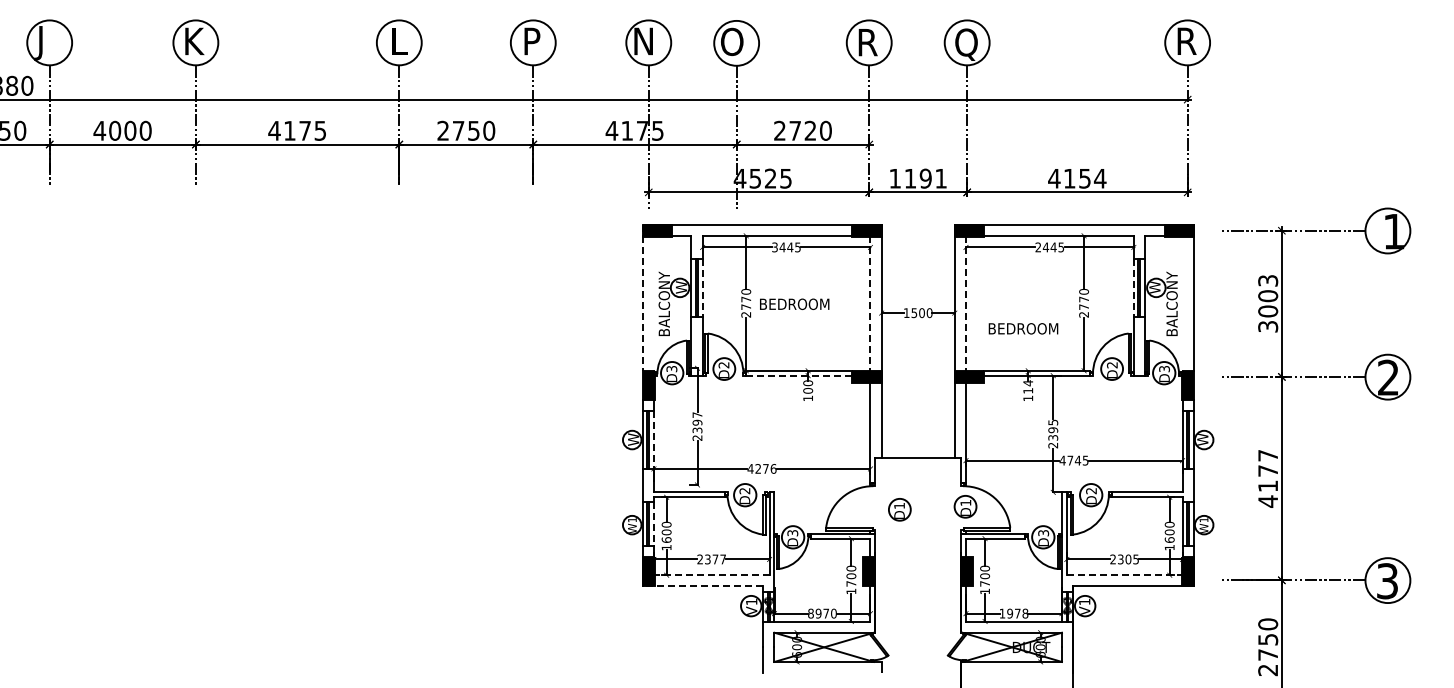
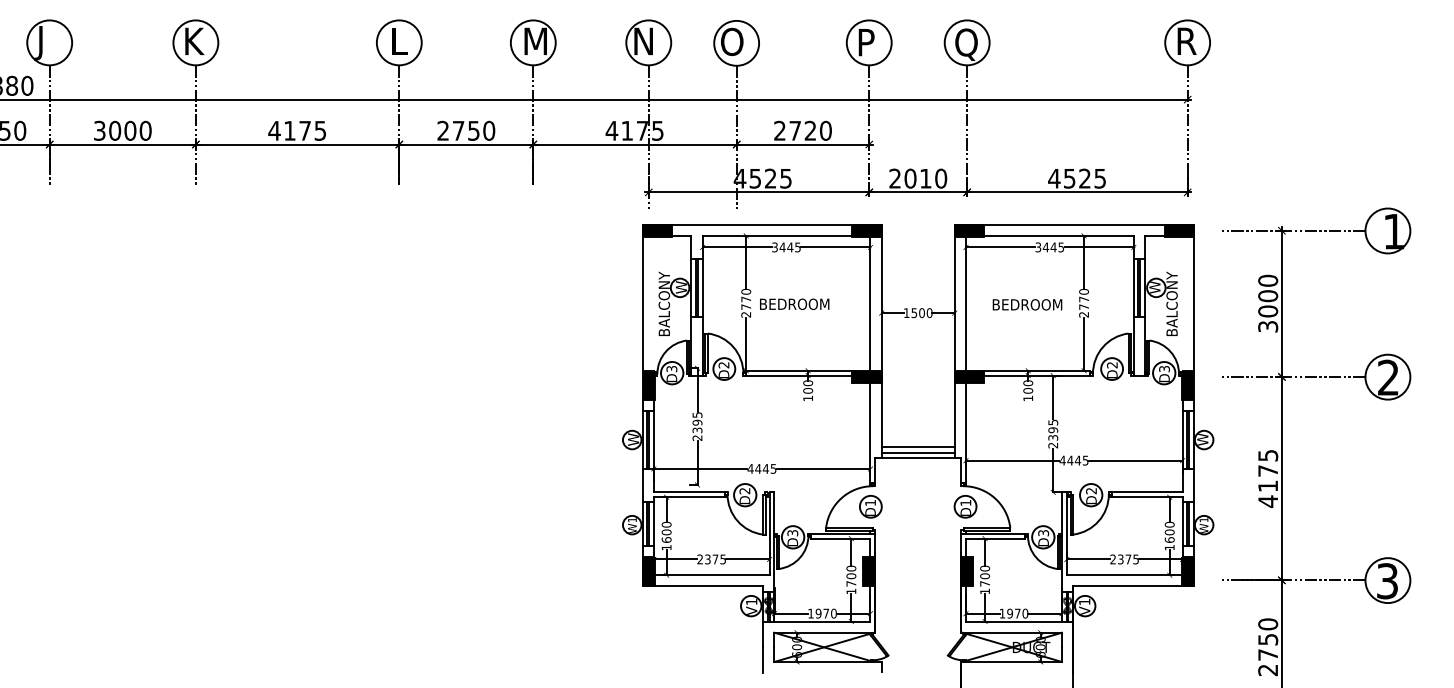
text at (536, 41): P -> M
text at (869, 43): R -> P
text at (99, 130): 4000 -> 3000
text at (918, 178): 1191 -> 2010
text at (1085, 178): 4154 -> 4525
text at (1038, 247): 2445 -> 3445
text at (1268, 280): 3003 -> 3000
line at (702, 288): dashed -> solid
line at (1133, 288): dashed -> solid
line at (642, 298): dashed -> solid
line at (870, 303): dashed -> solid
line at (965, 303): dashed -> solid
text at (1023, 328) position: (1023, 328) -> (1027, 304)
line at (799, 375): dashed -> solid
text at (1028, 386): 114 -> 100
text at (697, 414): 2397 -> 2395
line at (653, 440): dashed -> solid
line at (917, 447): none -> present
line at (917, 452): none -> present
text at (1268, 455): 4177 -> 4175
text at (1070, 460): 4745 -> 4445
text at (765, 468): 4276 -> 4445
part at (899, 509) position: (899, 509) -> (870, 506)
line at (653, 524): dashed -> solid
text at (722, 559): 2377 -> 2375
text at (1128, 559): 2305 -> 2375
line at (711, 575): dashed -> solid
line at (1124, 575): dashed -> solid
line at (702, 586): dashed -> solid
text at (810, 613): 8970 -> 1970
text at (1025, 613): 1978 -> 1970
